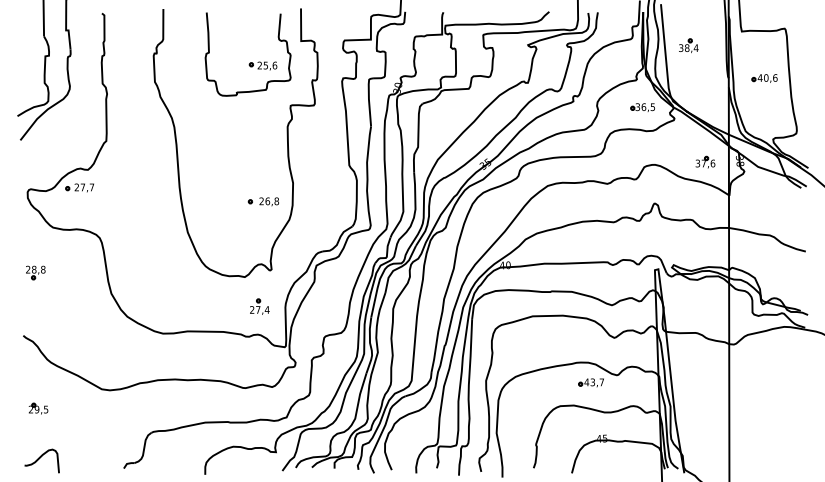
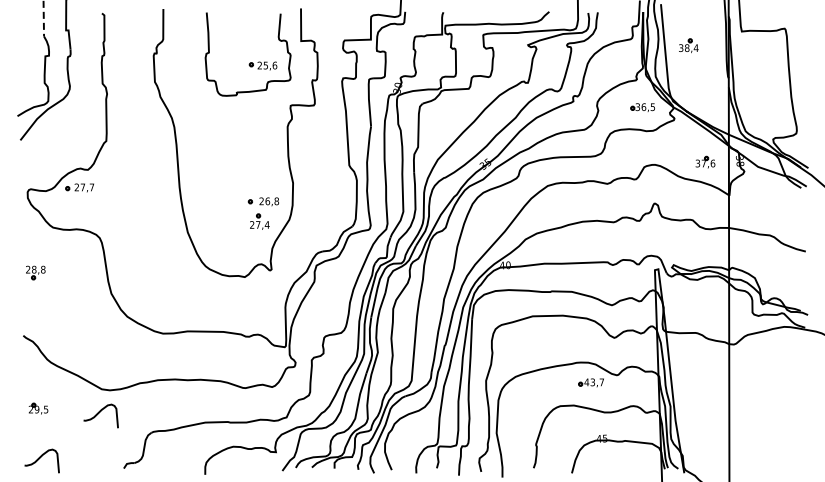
line at (43, 19): solid -> dashed
part at (764, 78): present -> none
part at (259, 306) position: (259, 306) -> (259, 221)
curve at (99, 413): none -> present
